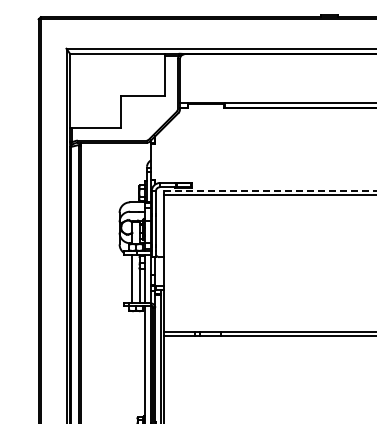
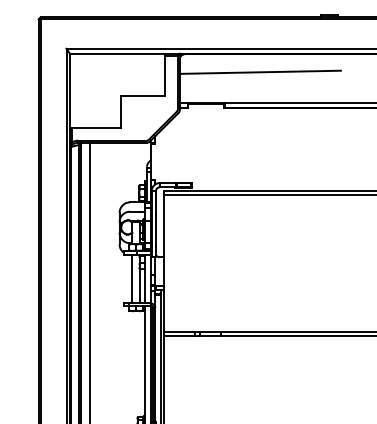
line at (259, 71): none -> present
line at (270, 190): dashed -> solid
line at (90, 281): none -> present
